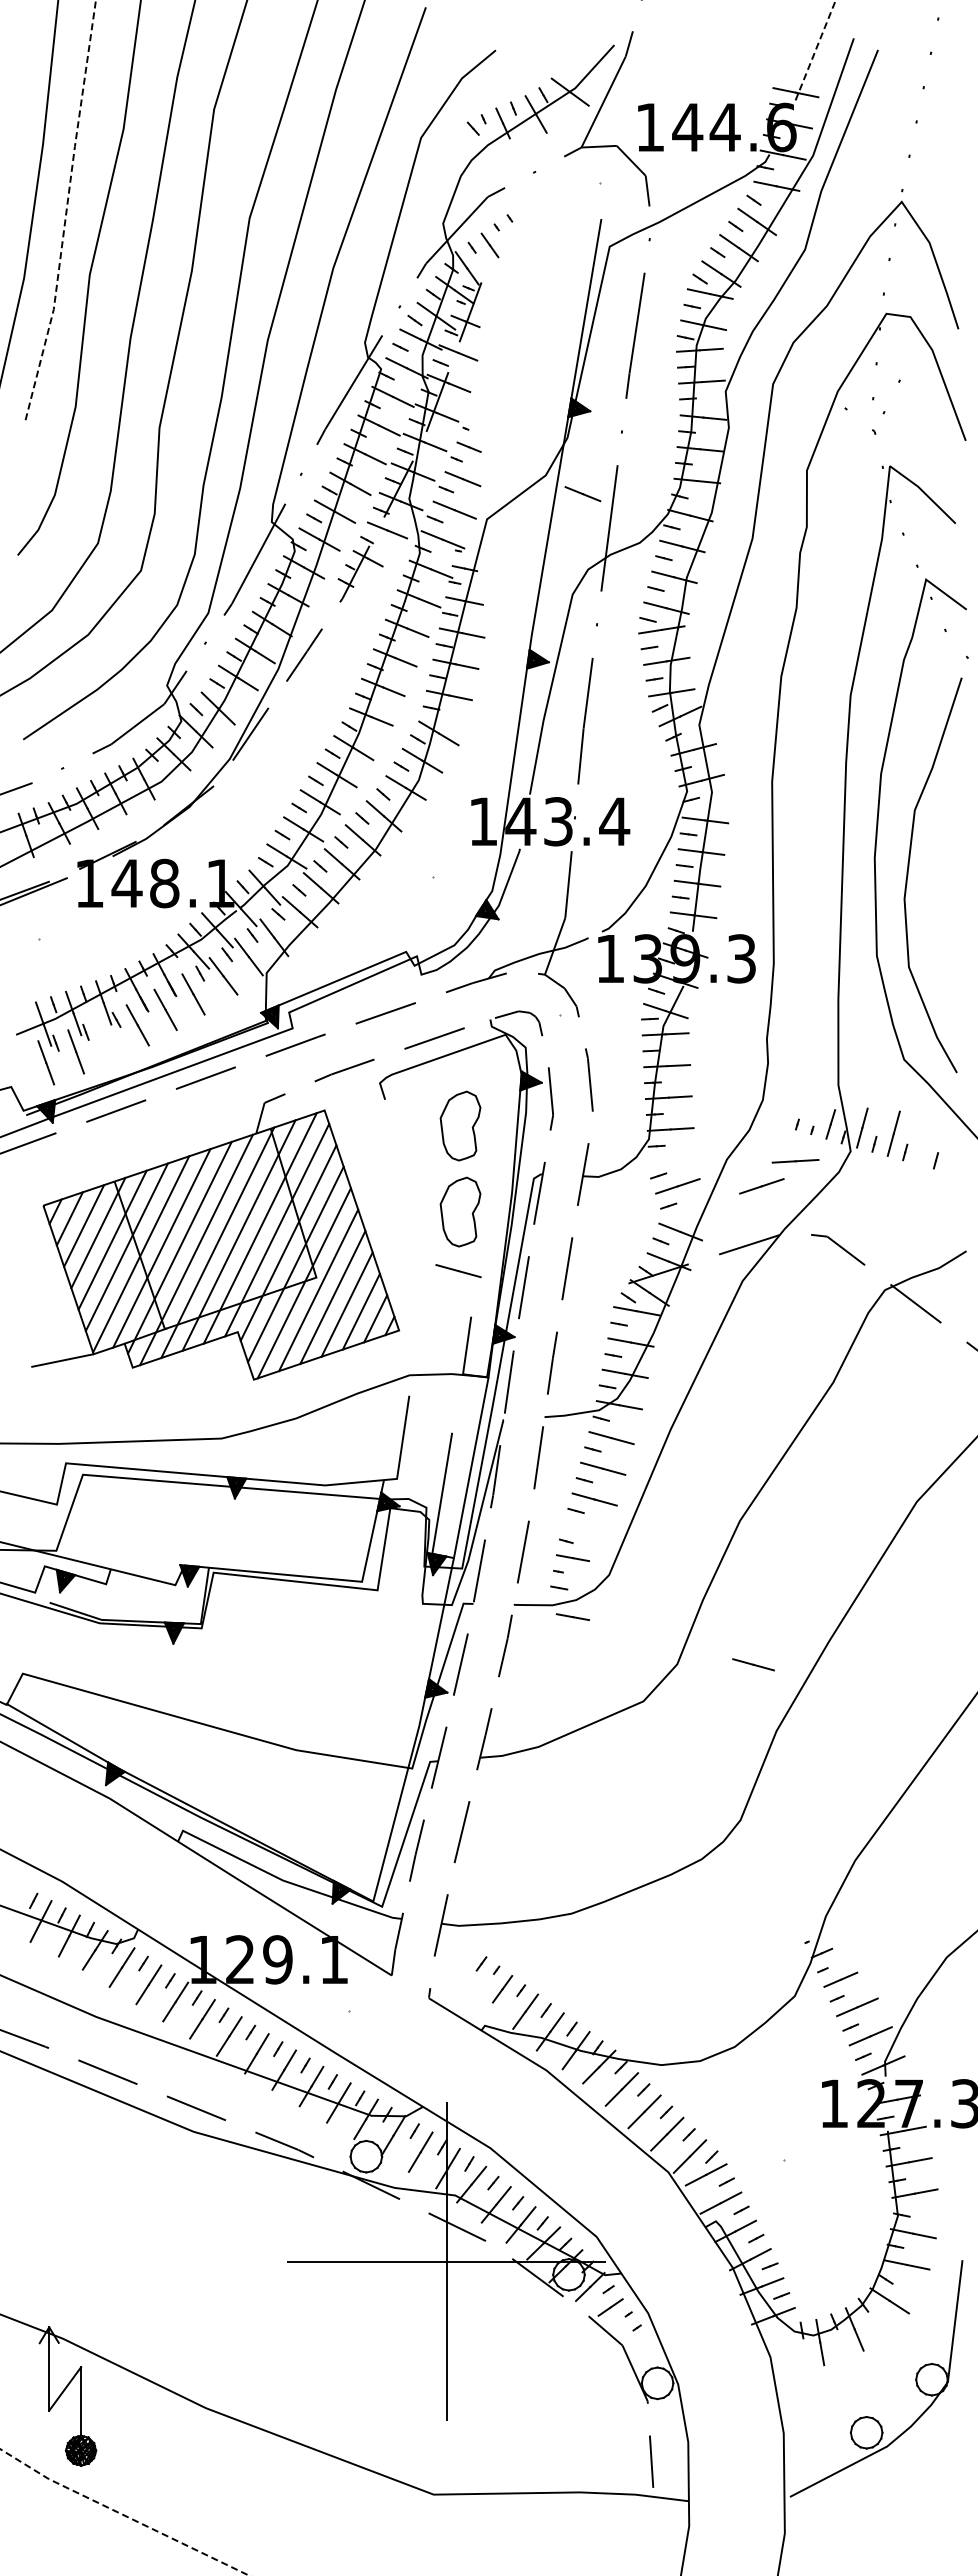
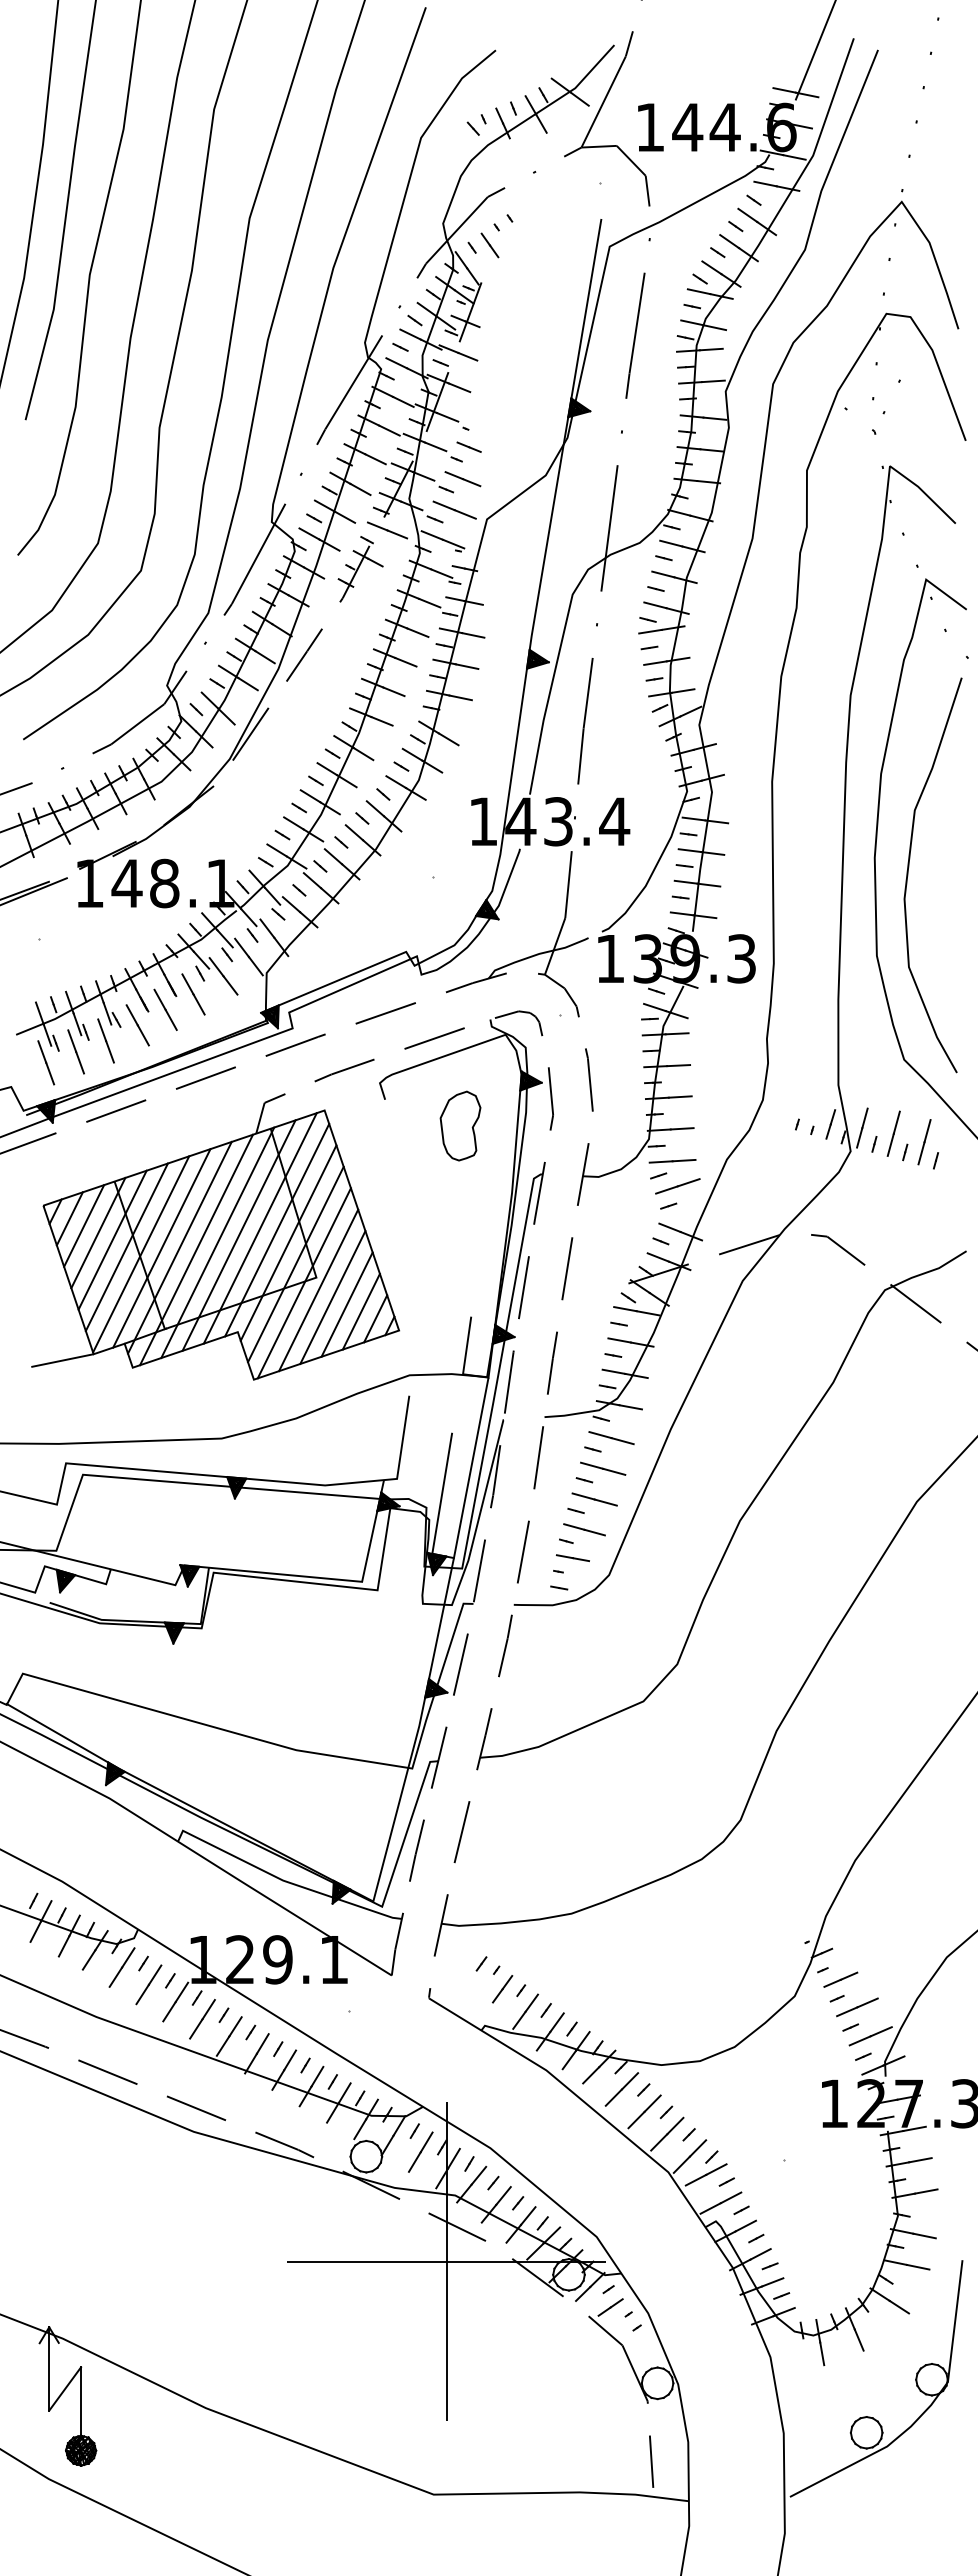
line at (815, 50): dashed -> solid
line at (66, 211): dashed -> solid
line at (582, 494): present -> none
line at (105, 1040): none -> present
line at (924, 1142): none -> present
line at (795, 1161) position: (795, 1161) -> (672, 1161)
line at (761, 1186): present -> none
part at (460, 1211): present -> none
line at (458, 1271): present -> none
line at (572, 1616): present -> none
line at (753, 1664) position: (753, 1664) -> (584, 1529)
line at (123, 2515): dashed -> solid
